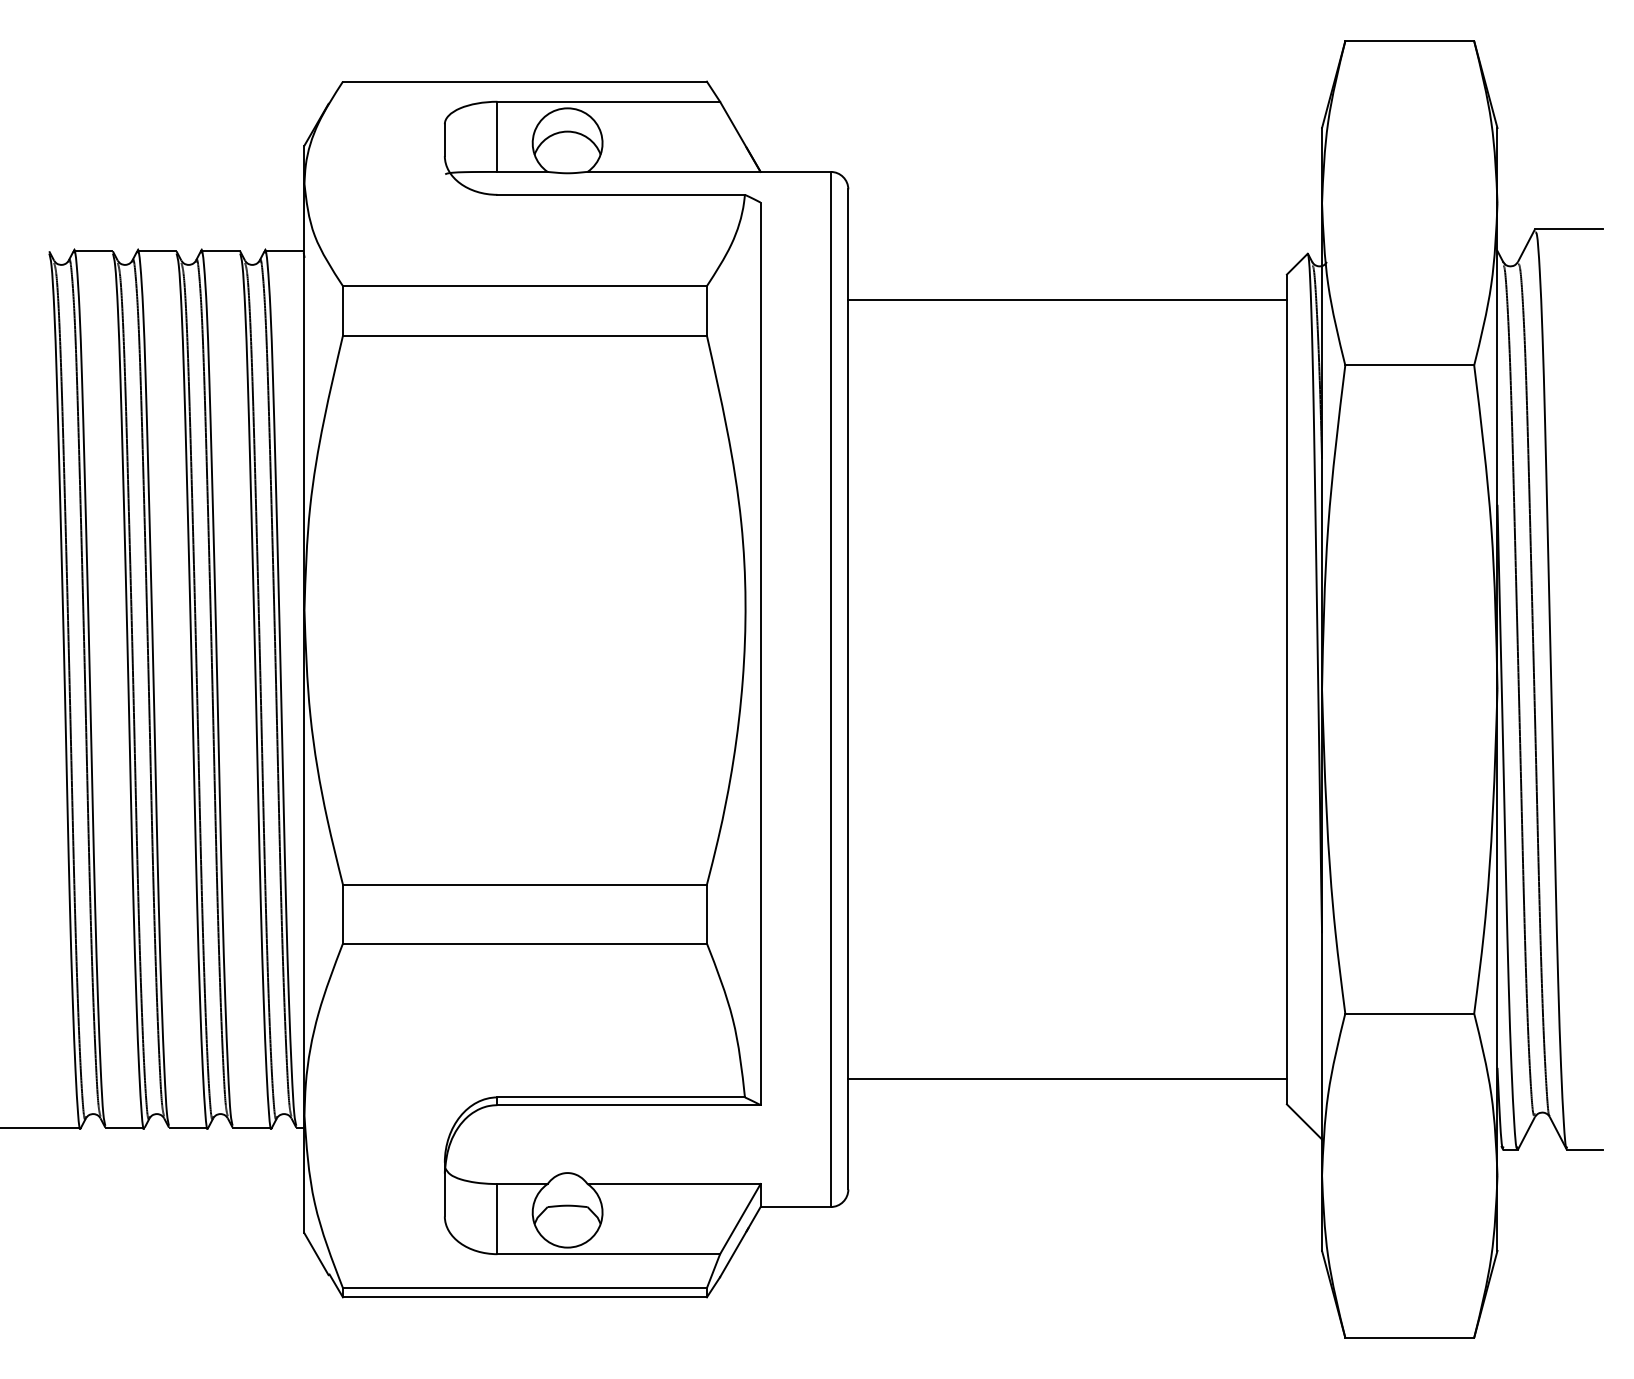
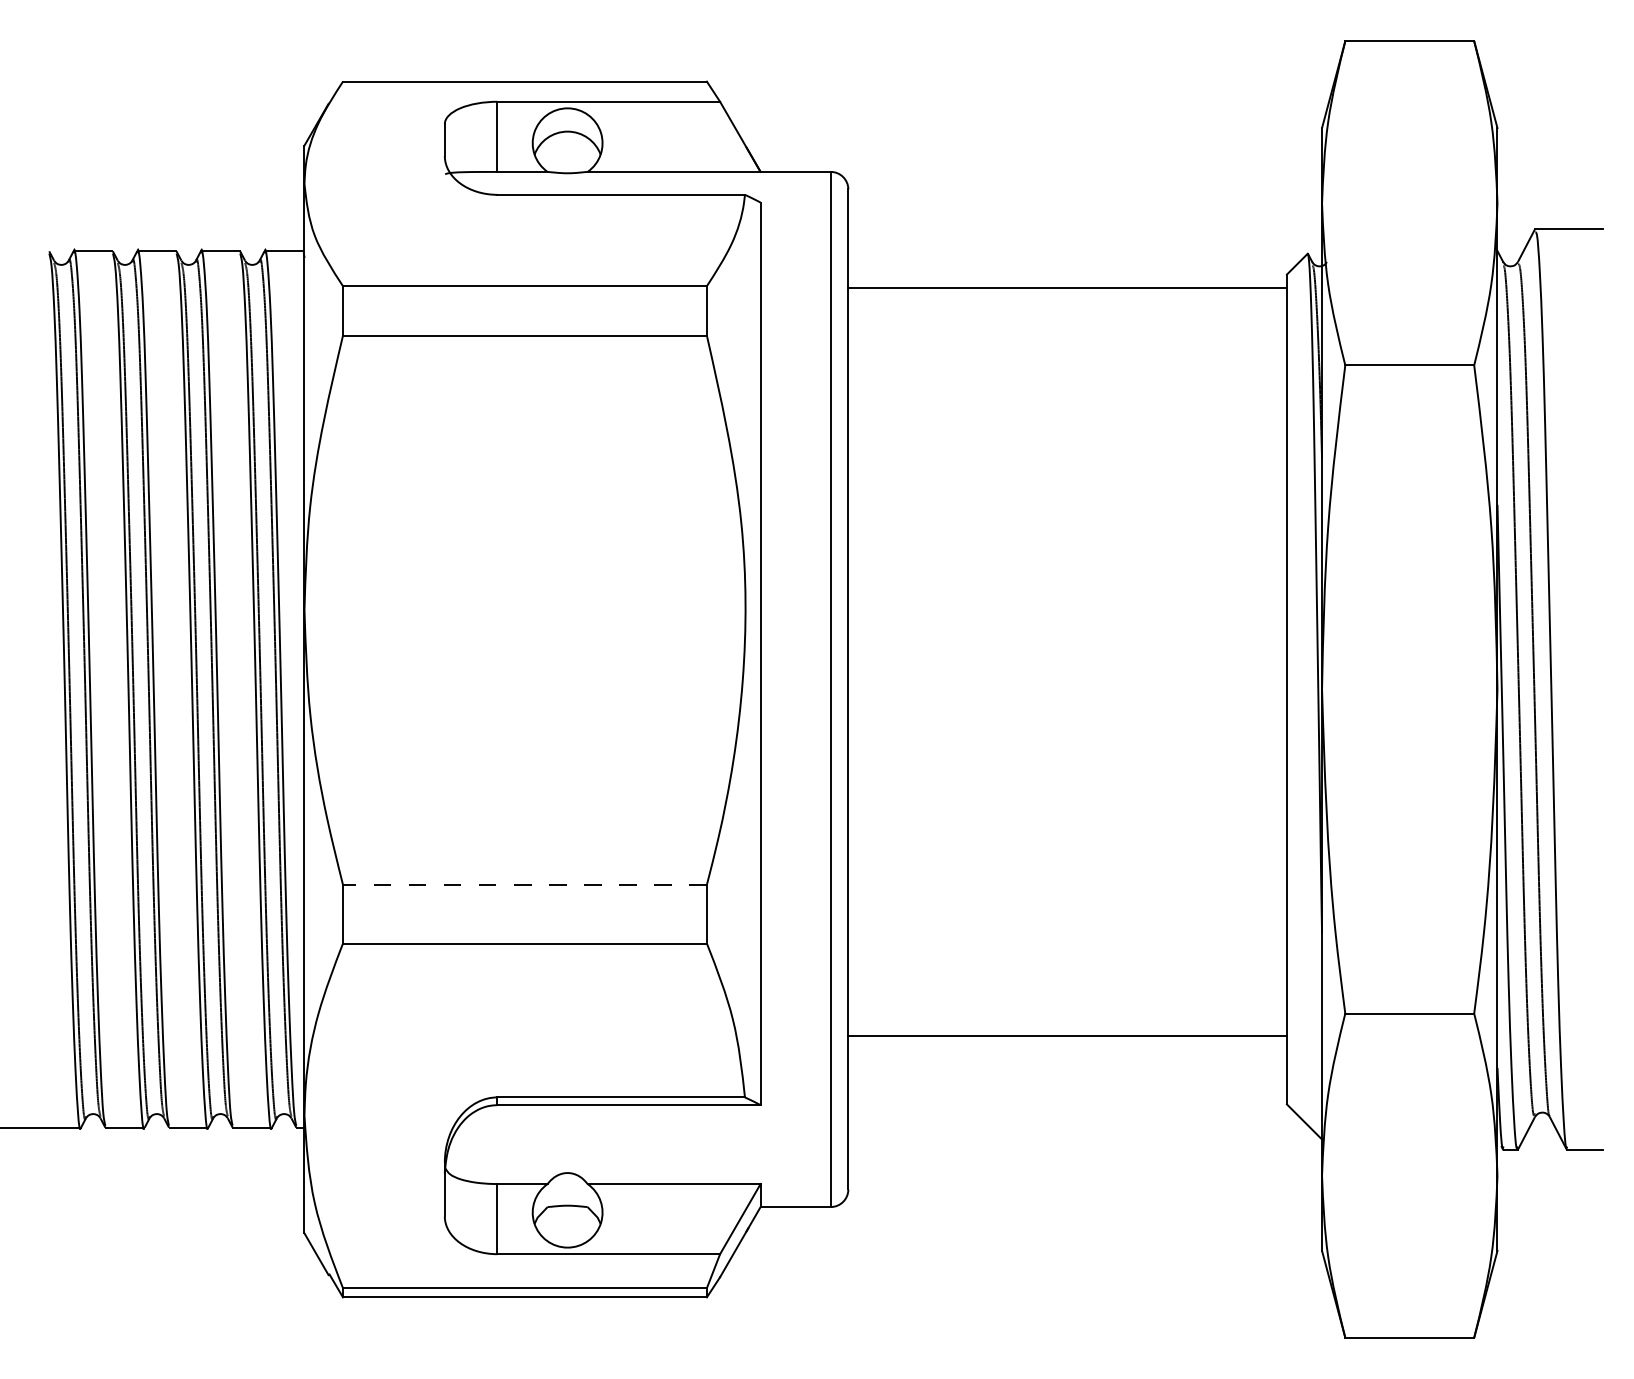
line at (1067, 300) position: (1067, 300) -> (1067, 288)
line at (524, 884): solid -> dashed
line at (1067, 1078) position: (1067, 1078) -> (1067, 1035)
